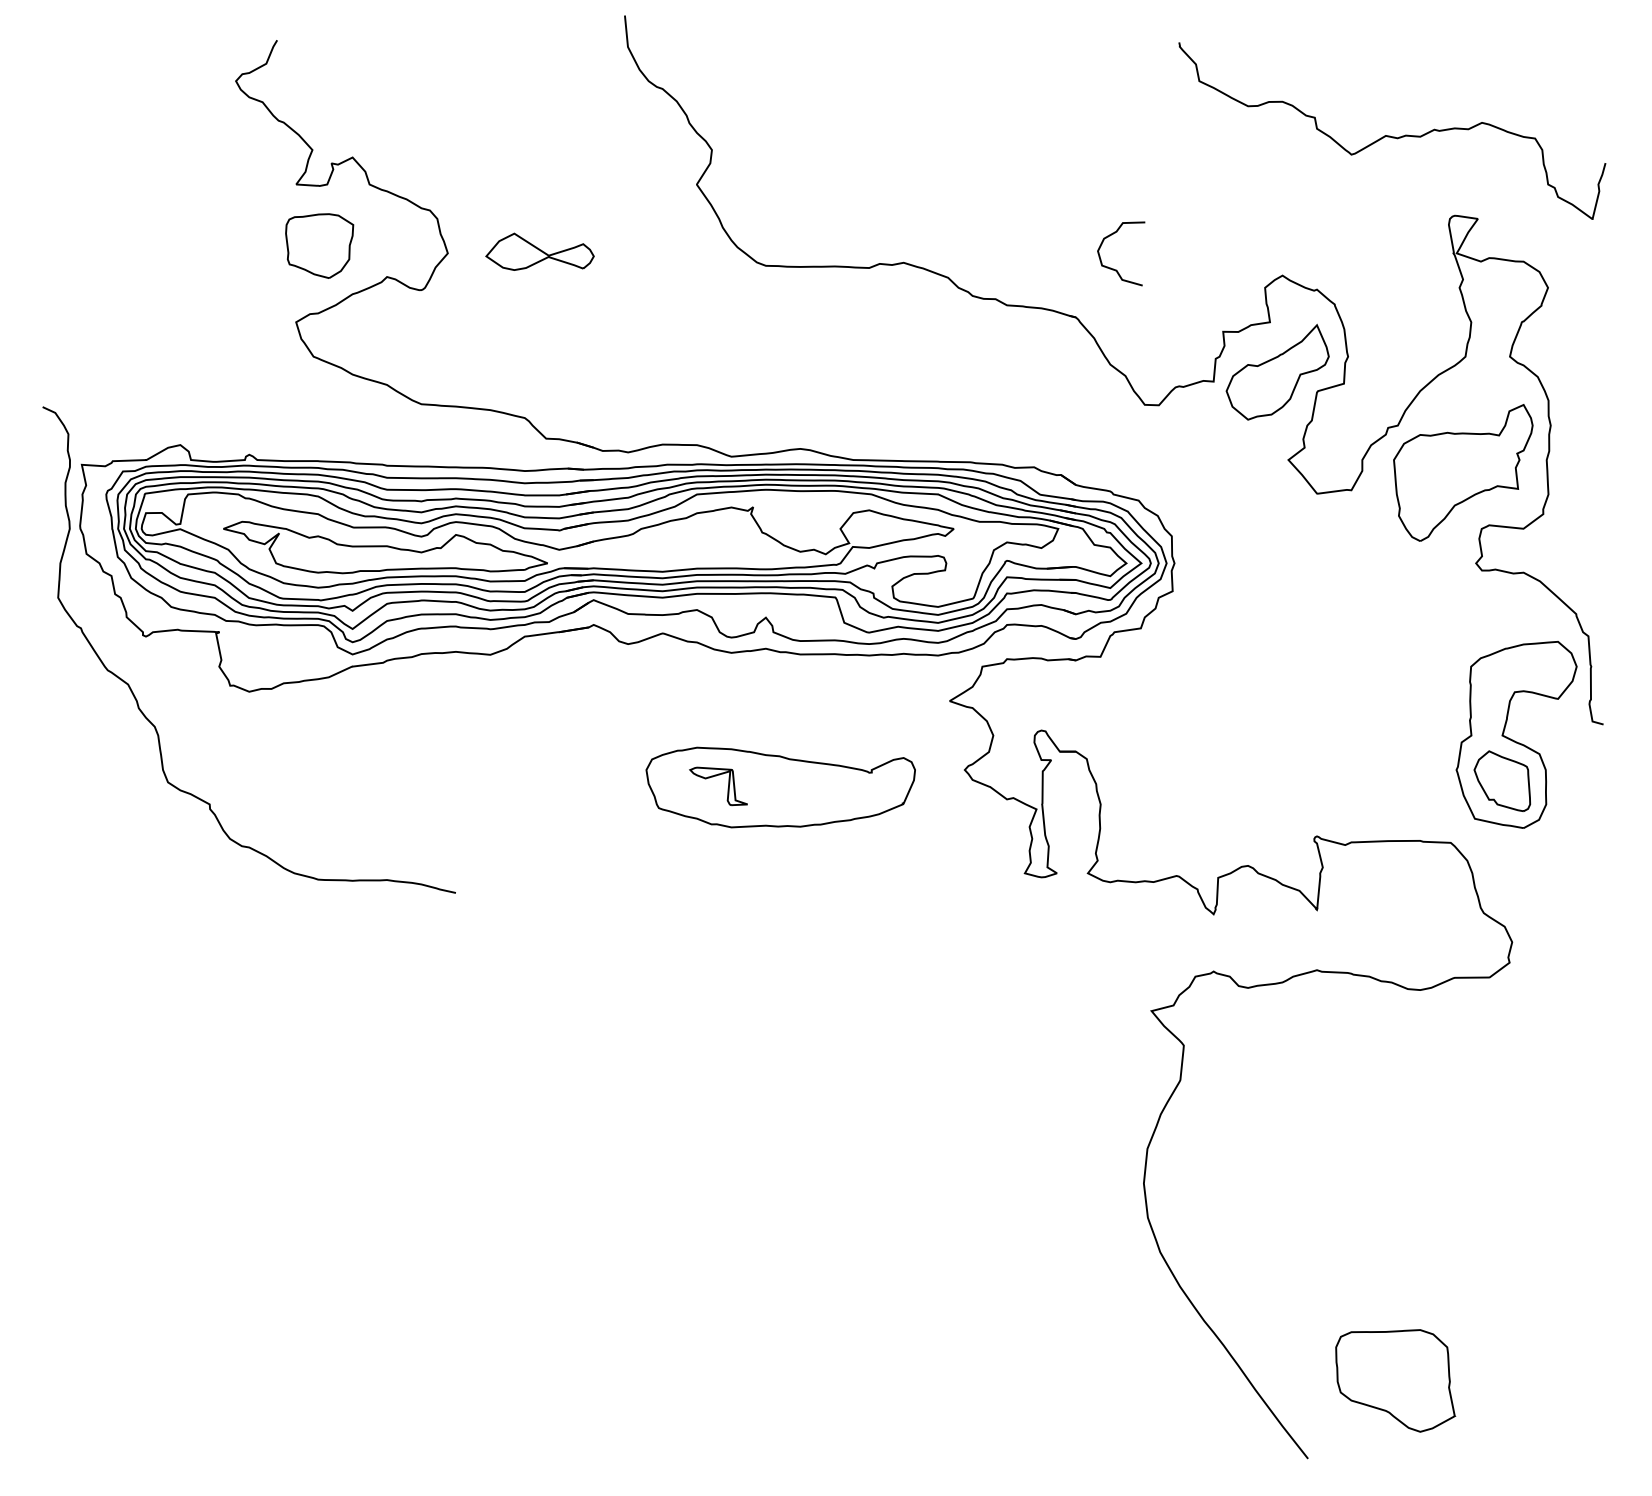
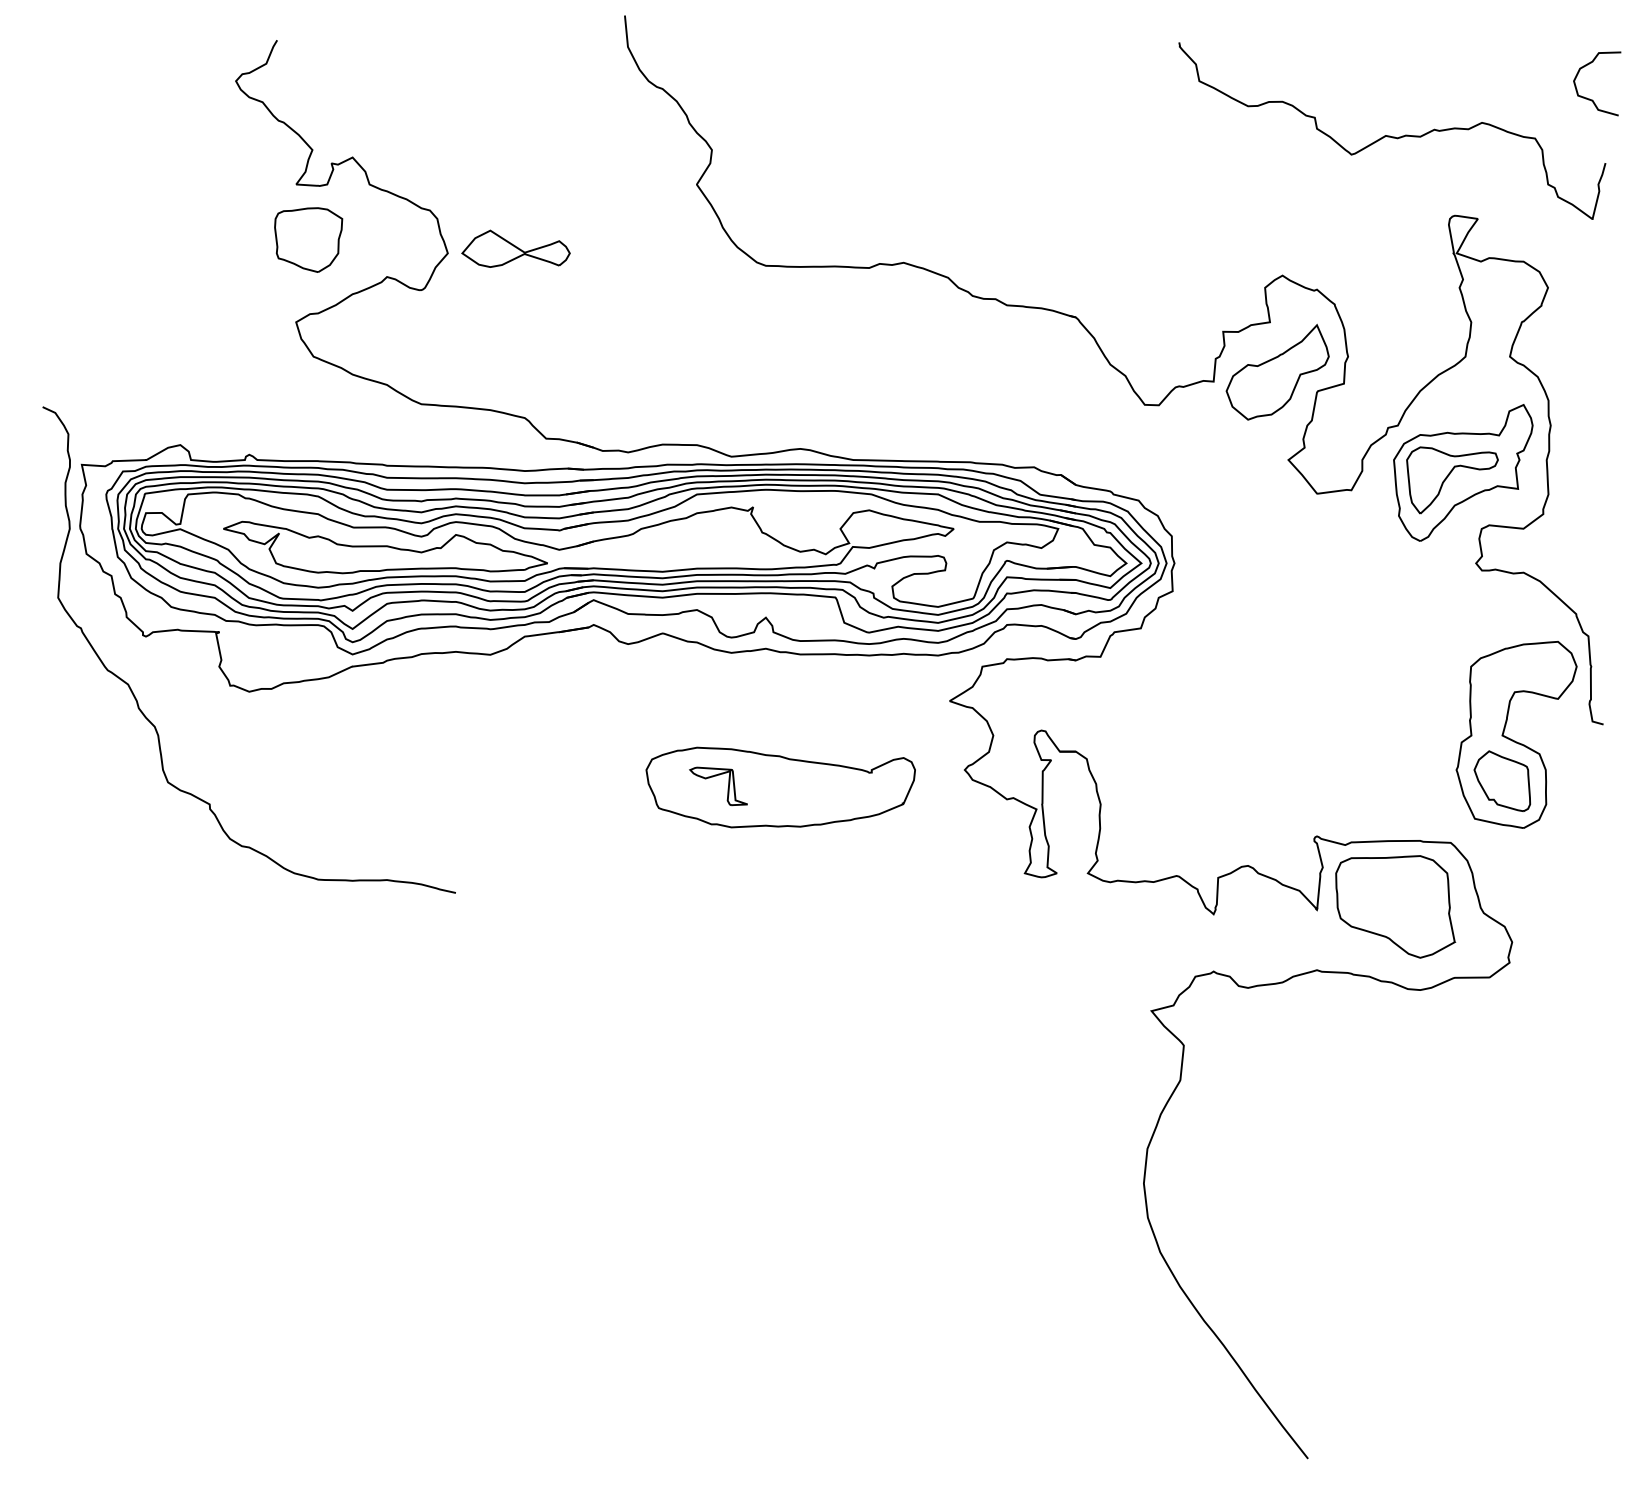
part at (319, 245) position: (319, 245) -> (308, 239)
part at (539, 251) position: (539, 251) -> (515, 248)
curve at (1116, 269) position: (1116, 269) -> (1592, 99)
part at (1452, 480): none -> present
part at (1395, 1380) position: (1395, 1380) -> (1395, 906)
